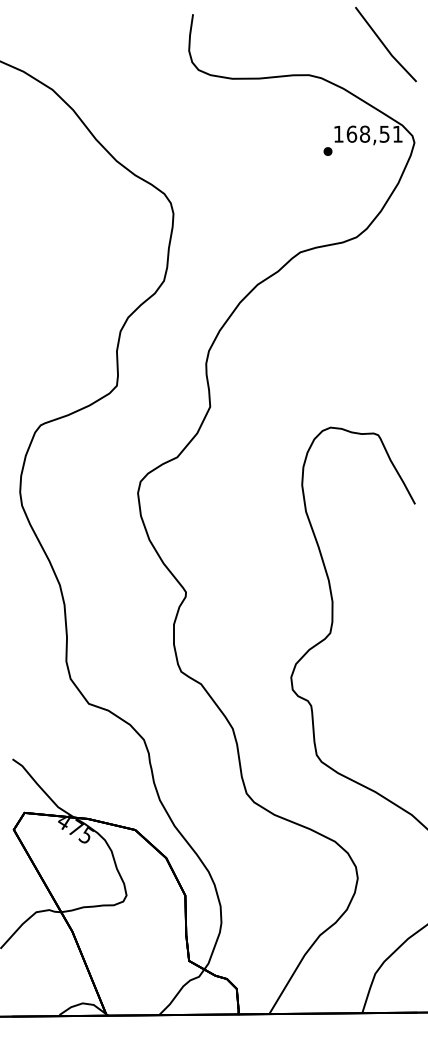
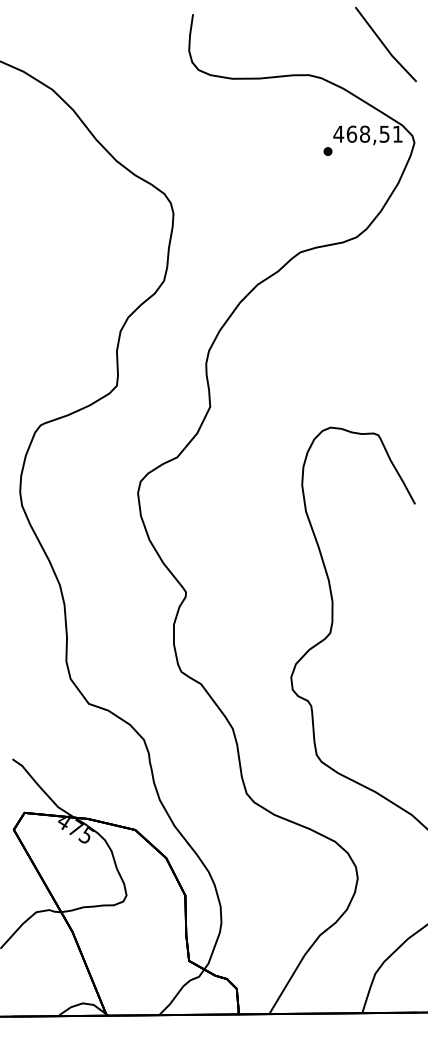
text at (338, 134): 168,51 -> 468,51
